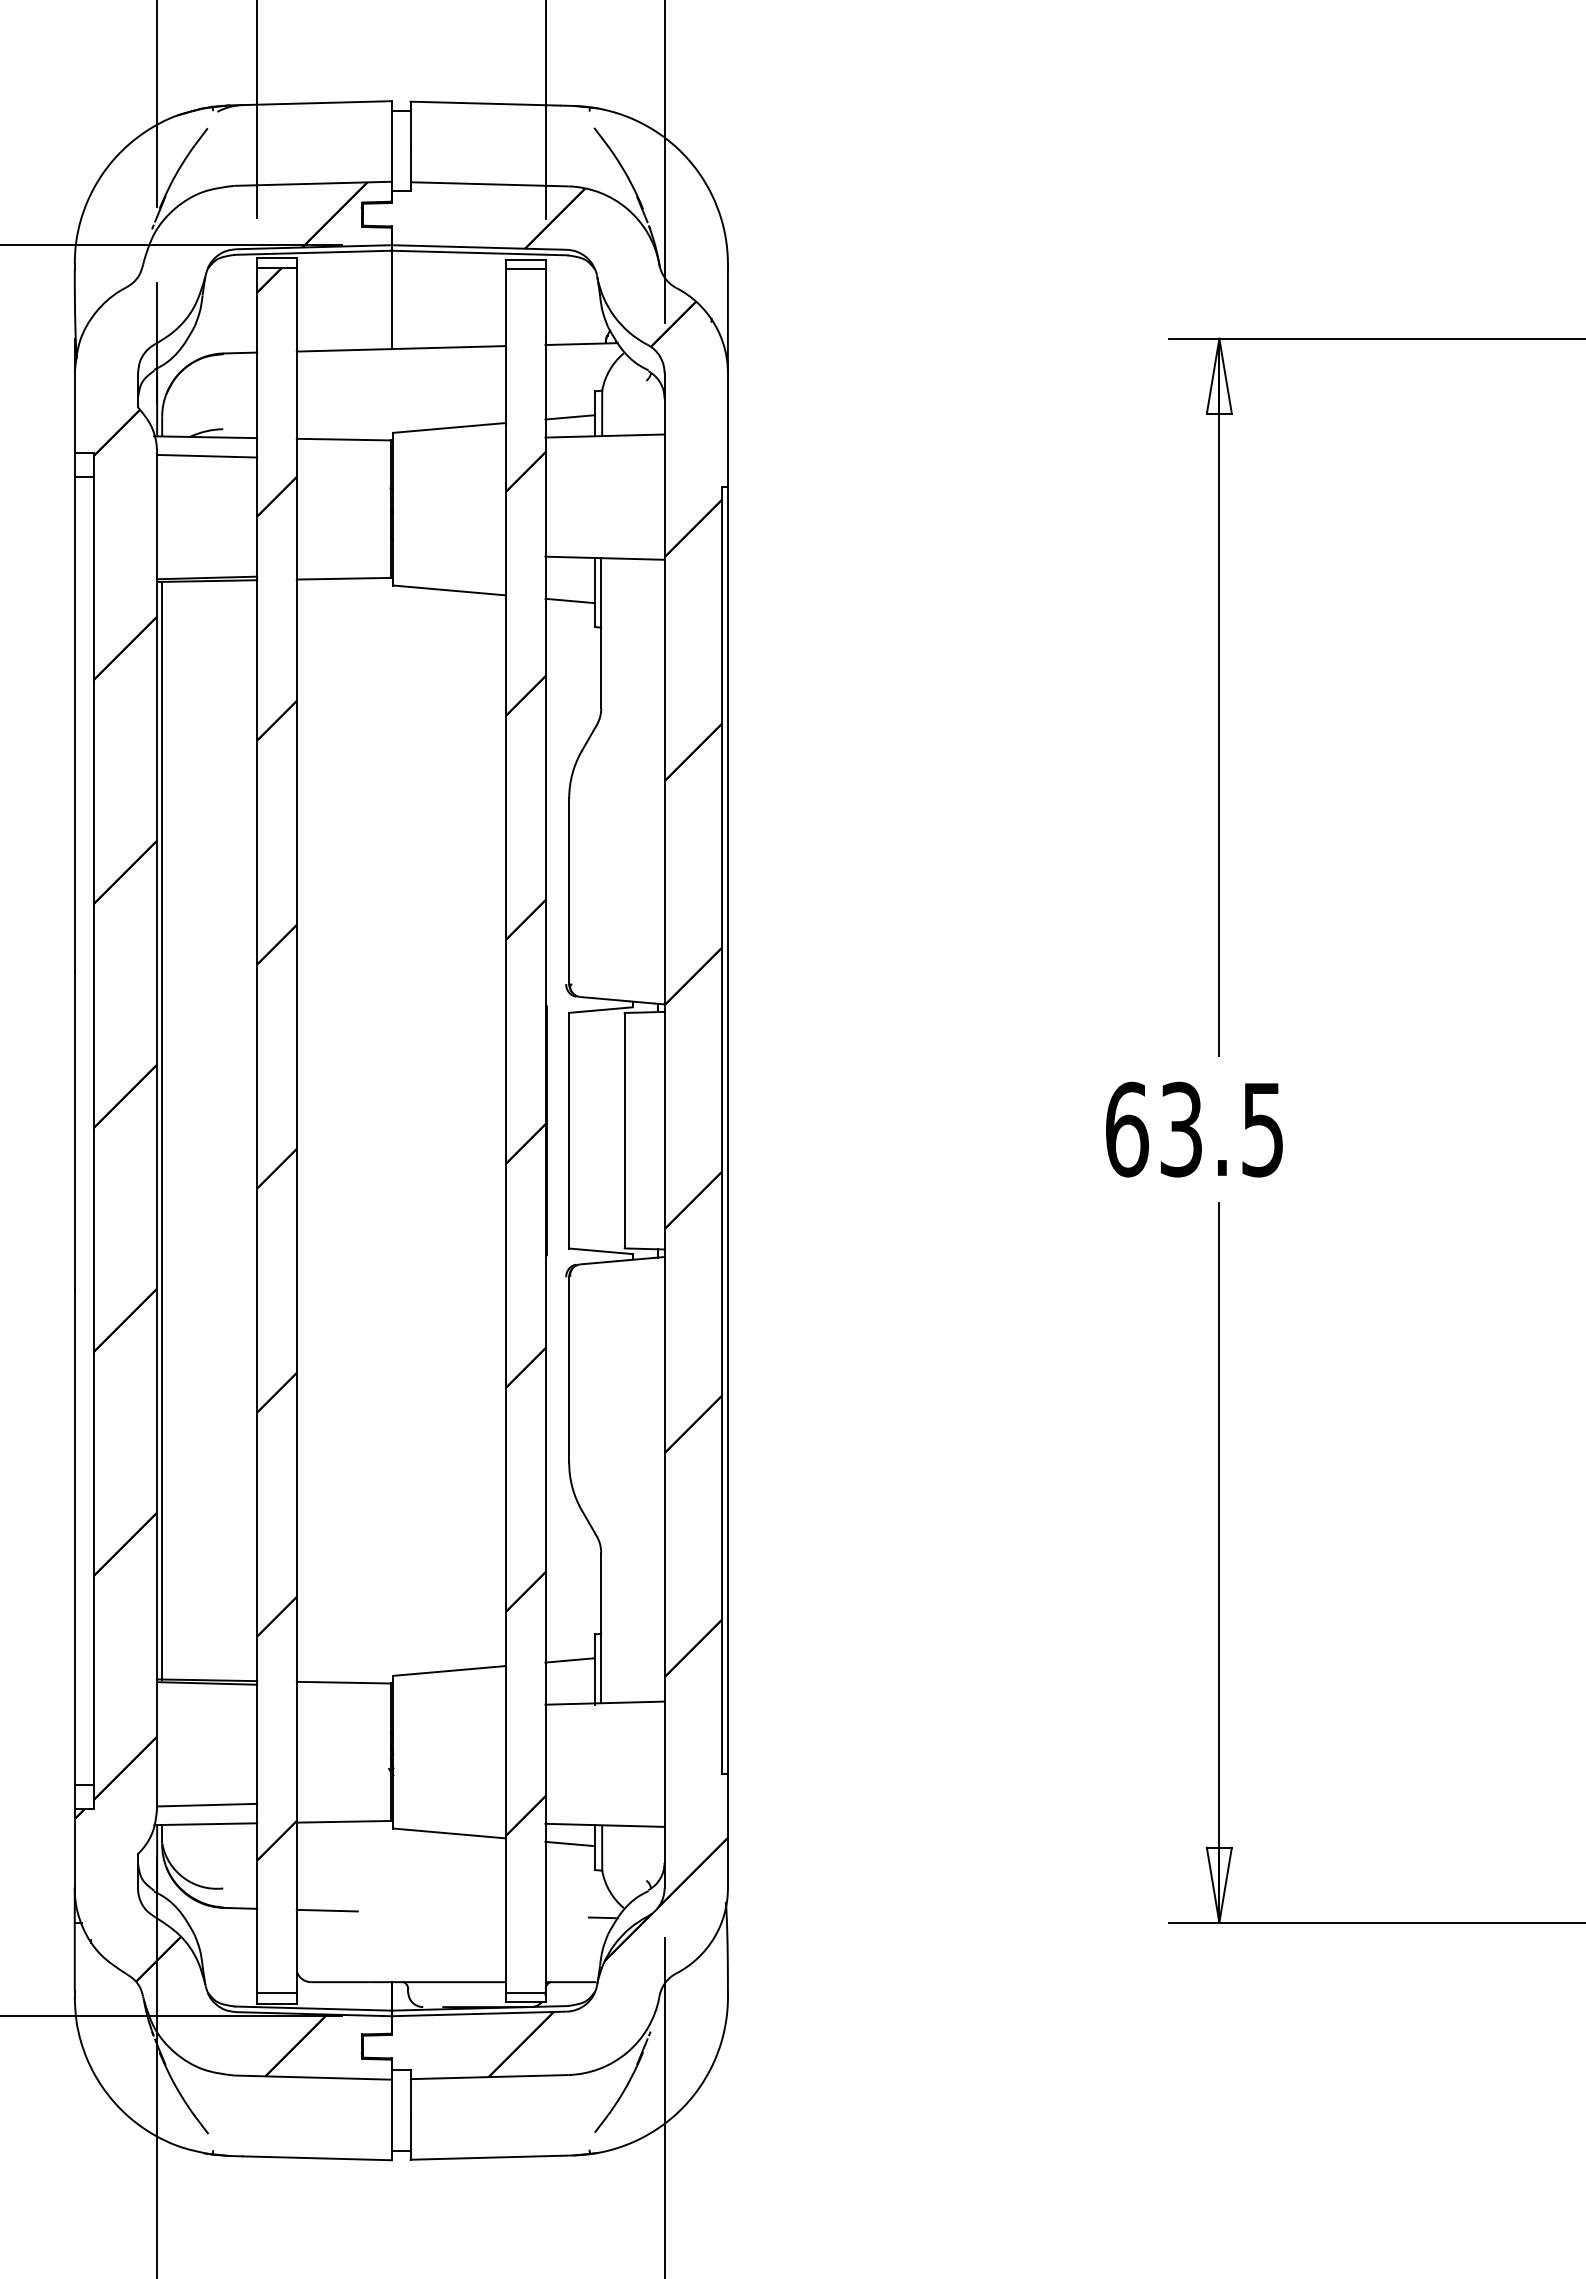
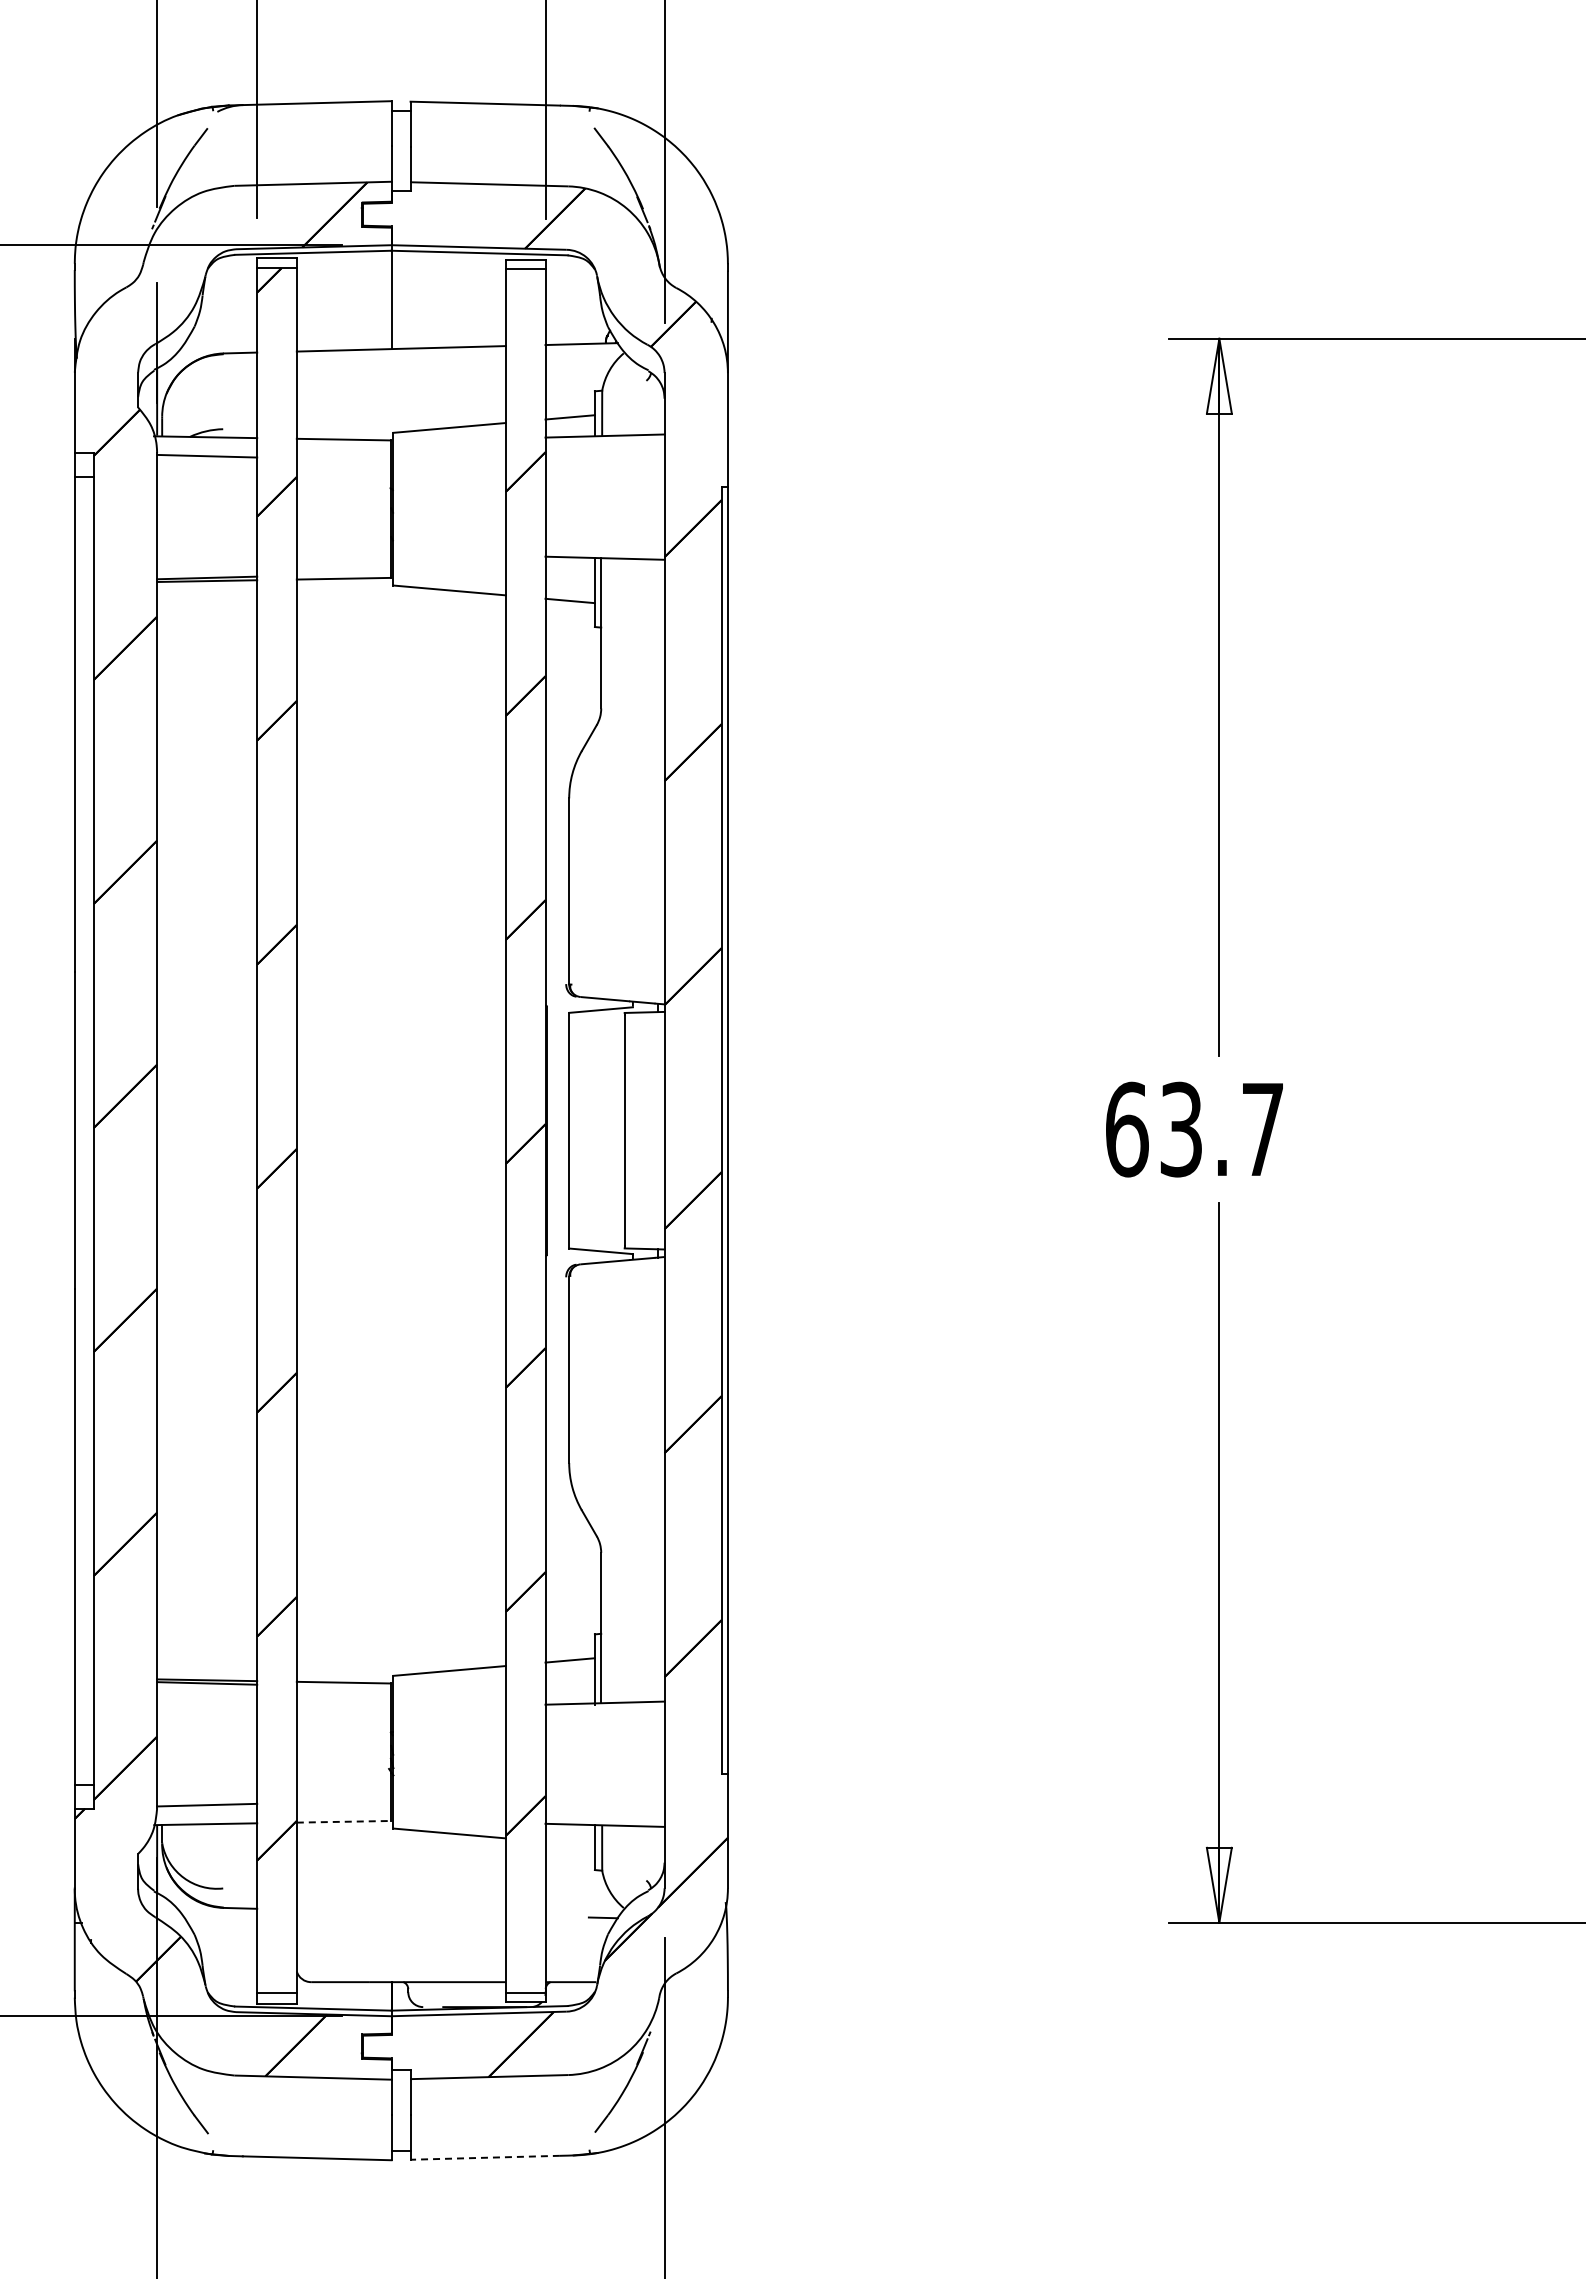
line at (162, 1130): present -> none
text at (1262, 1130): 63.5 -> 63.7
line at (344, 1821): solid -> dashed
line at (569, 1843): present -> none
line at (326, 1910): present -> none
line at (485, 2157): solid -> dashed
